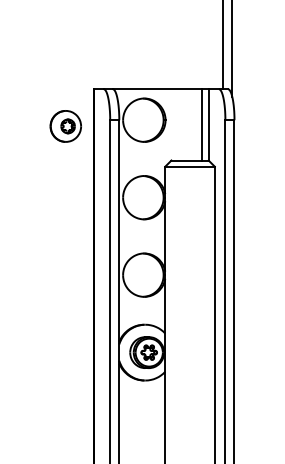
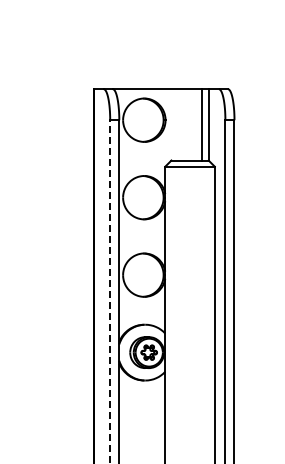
line at (222, 45): present -> none
line at (232, 49): present -> none
part at (65, 126): present -> none
line at (110, 291): solid -> dashed
